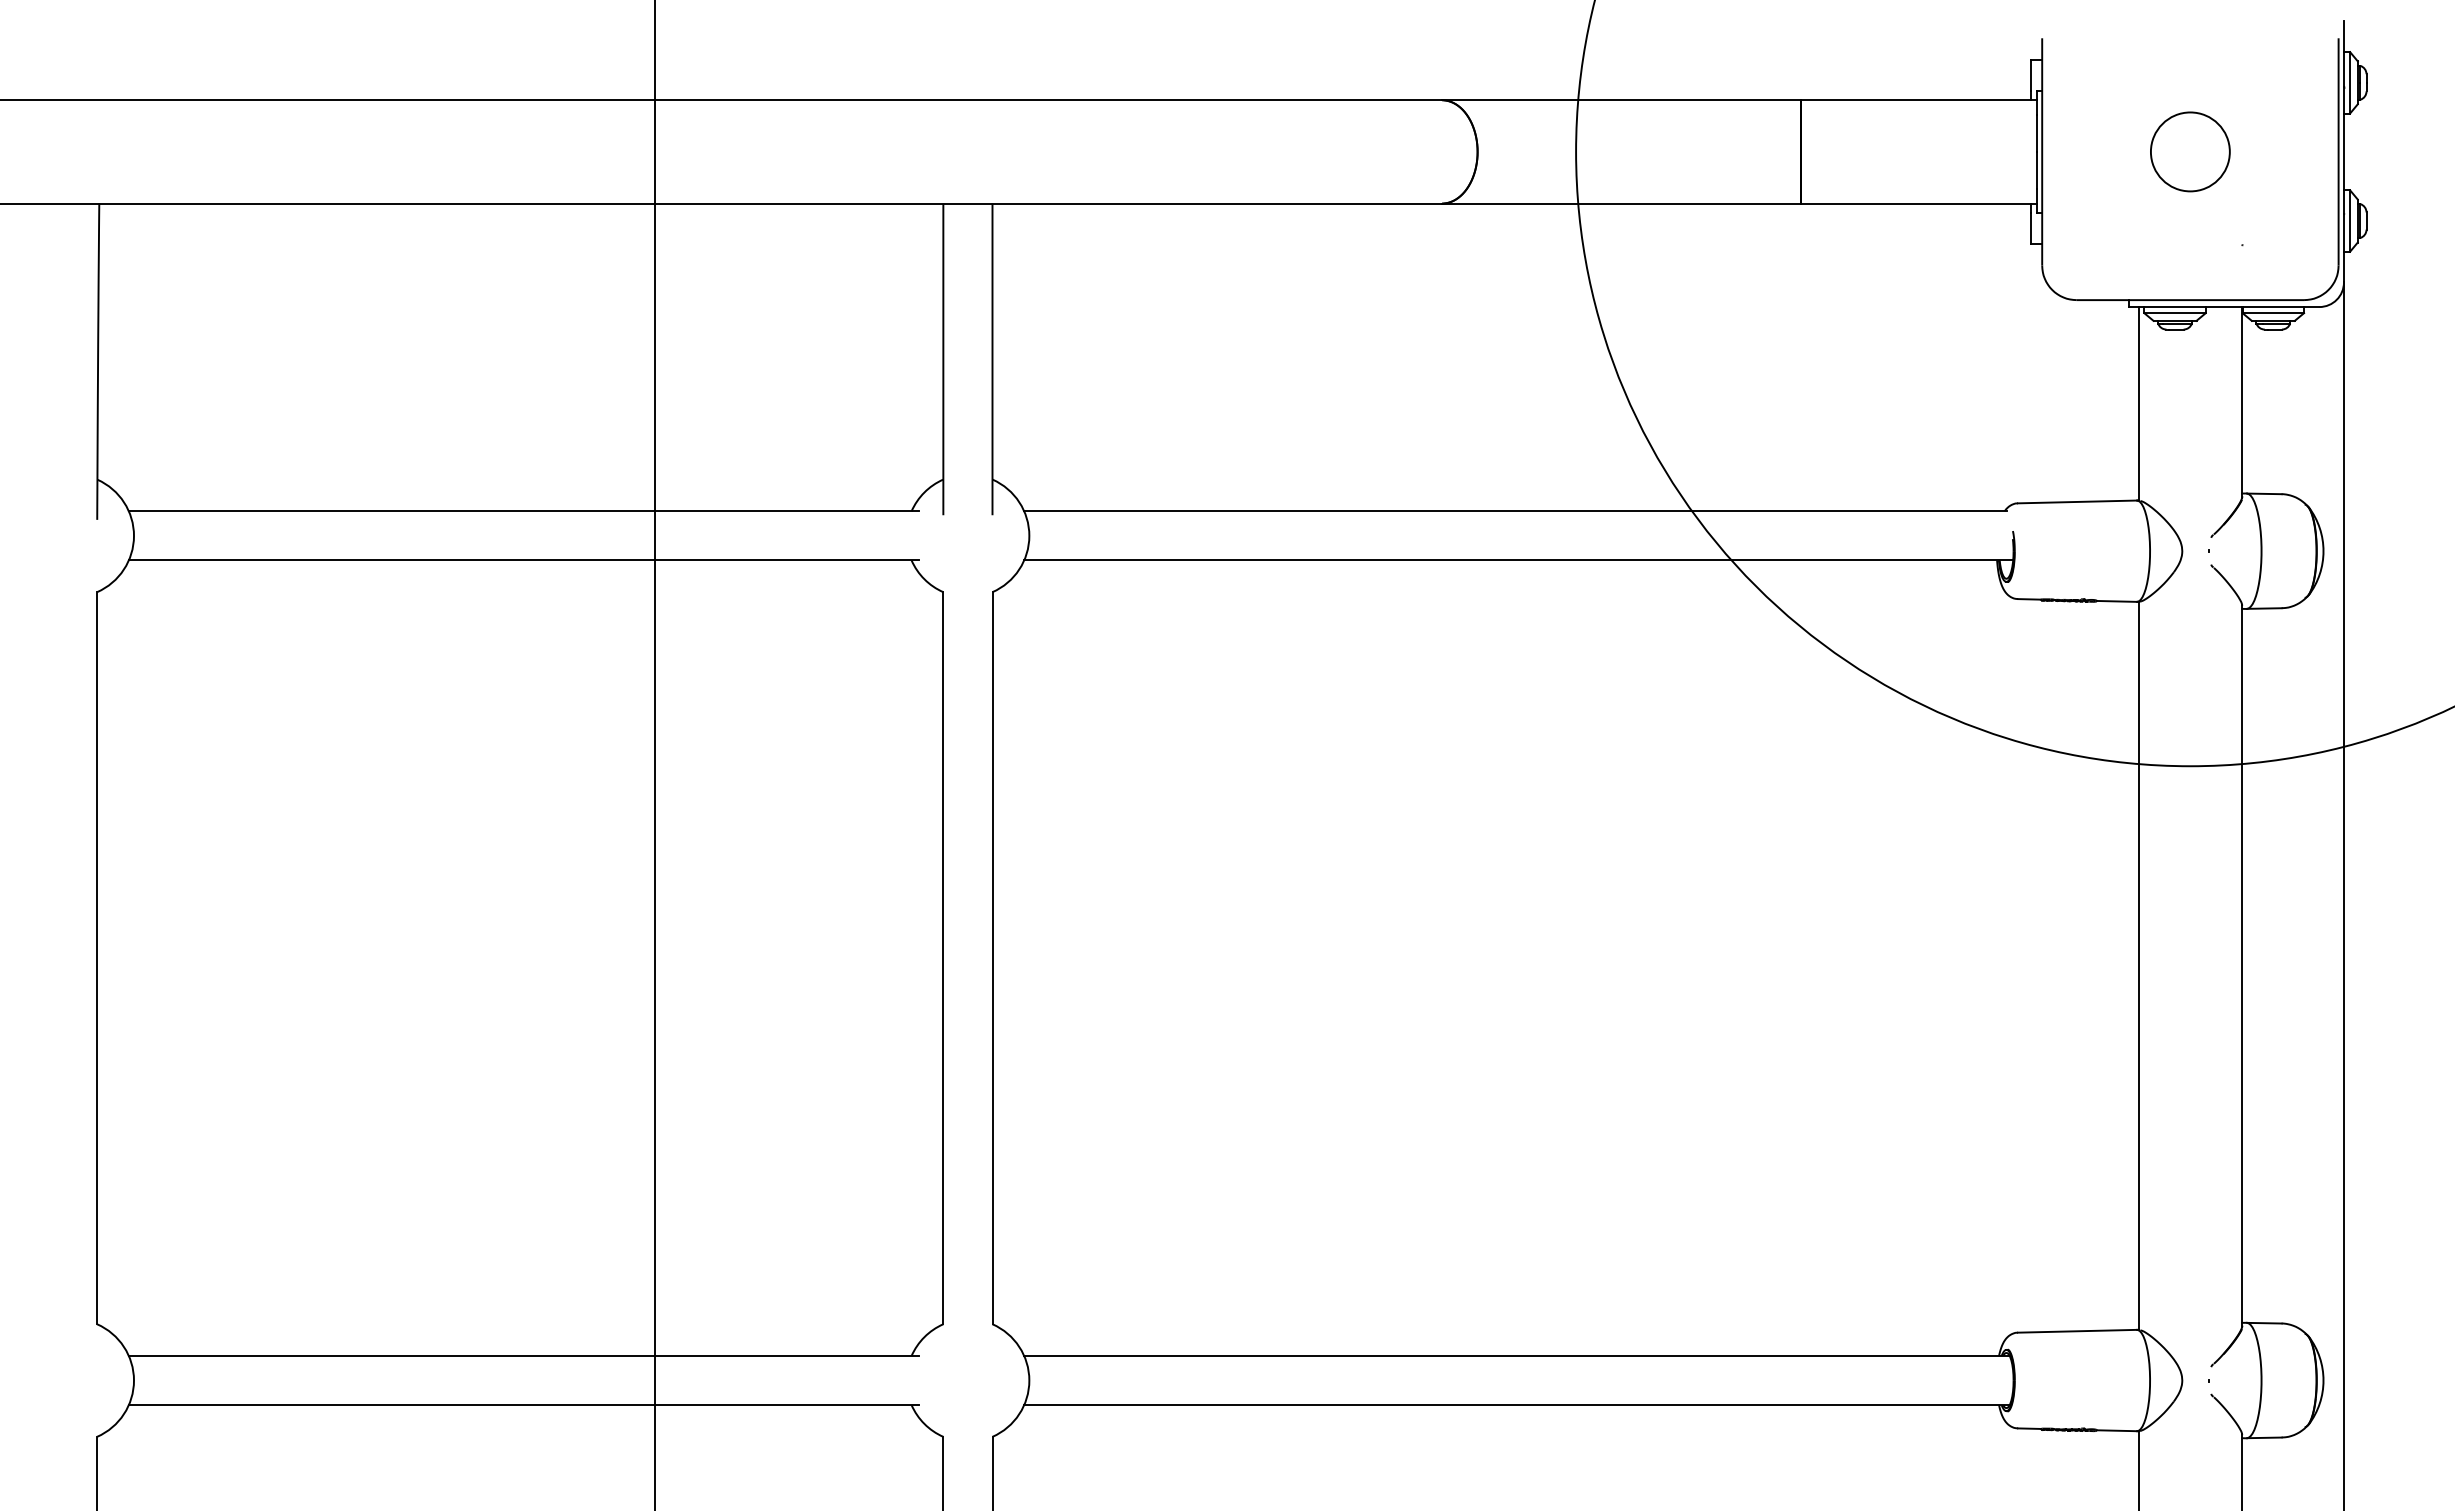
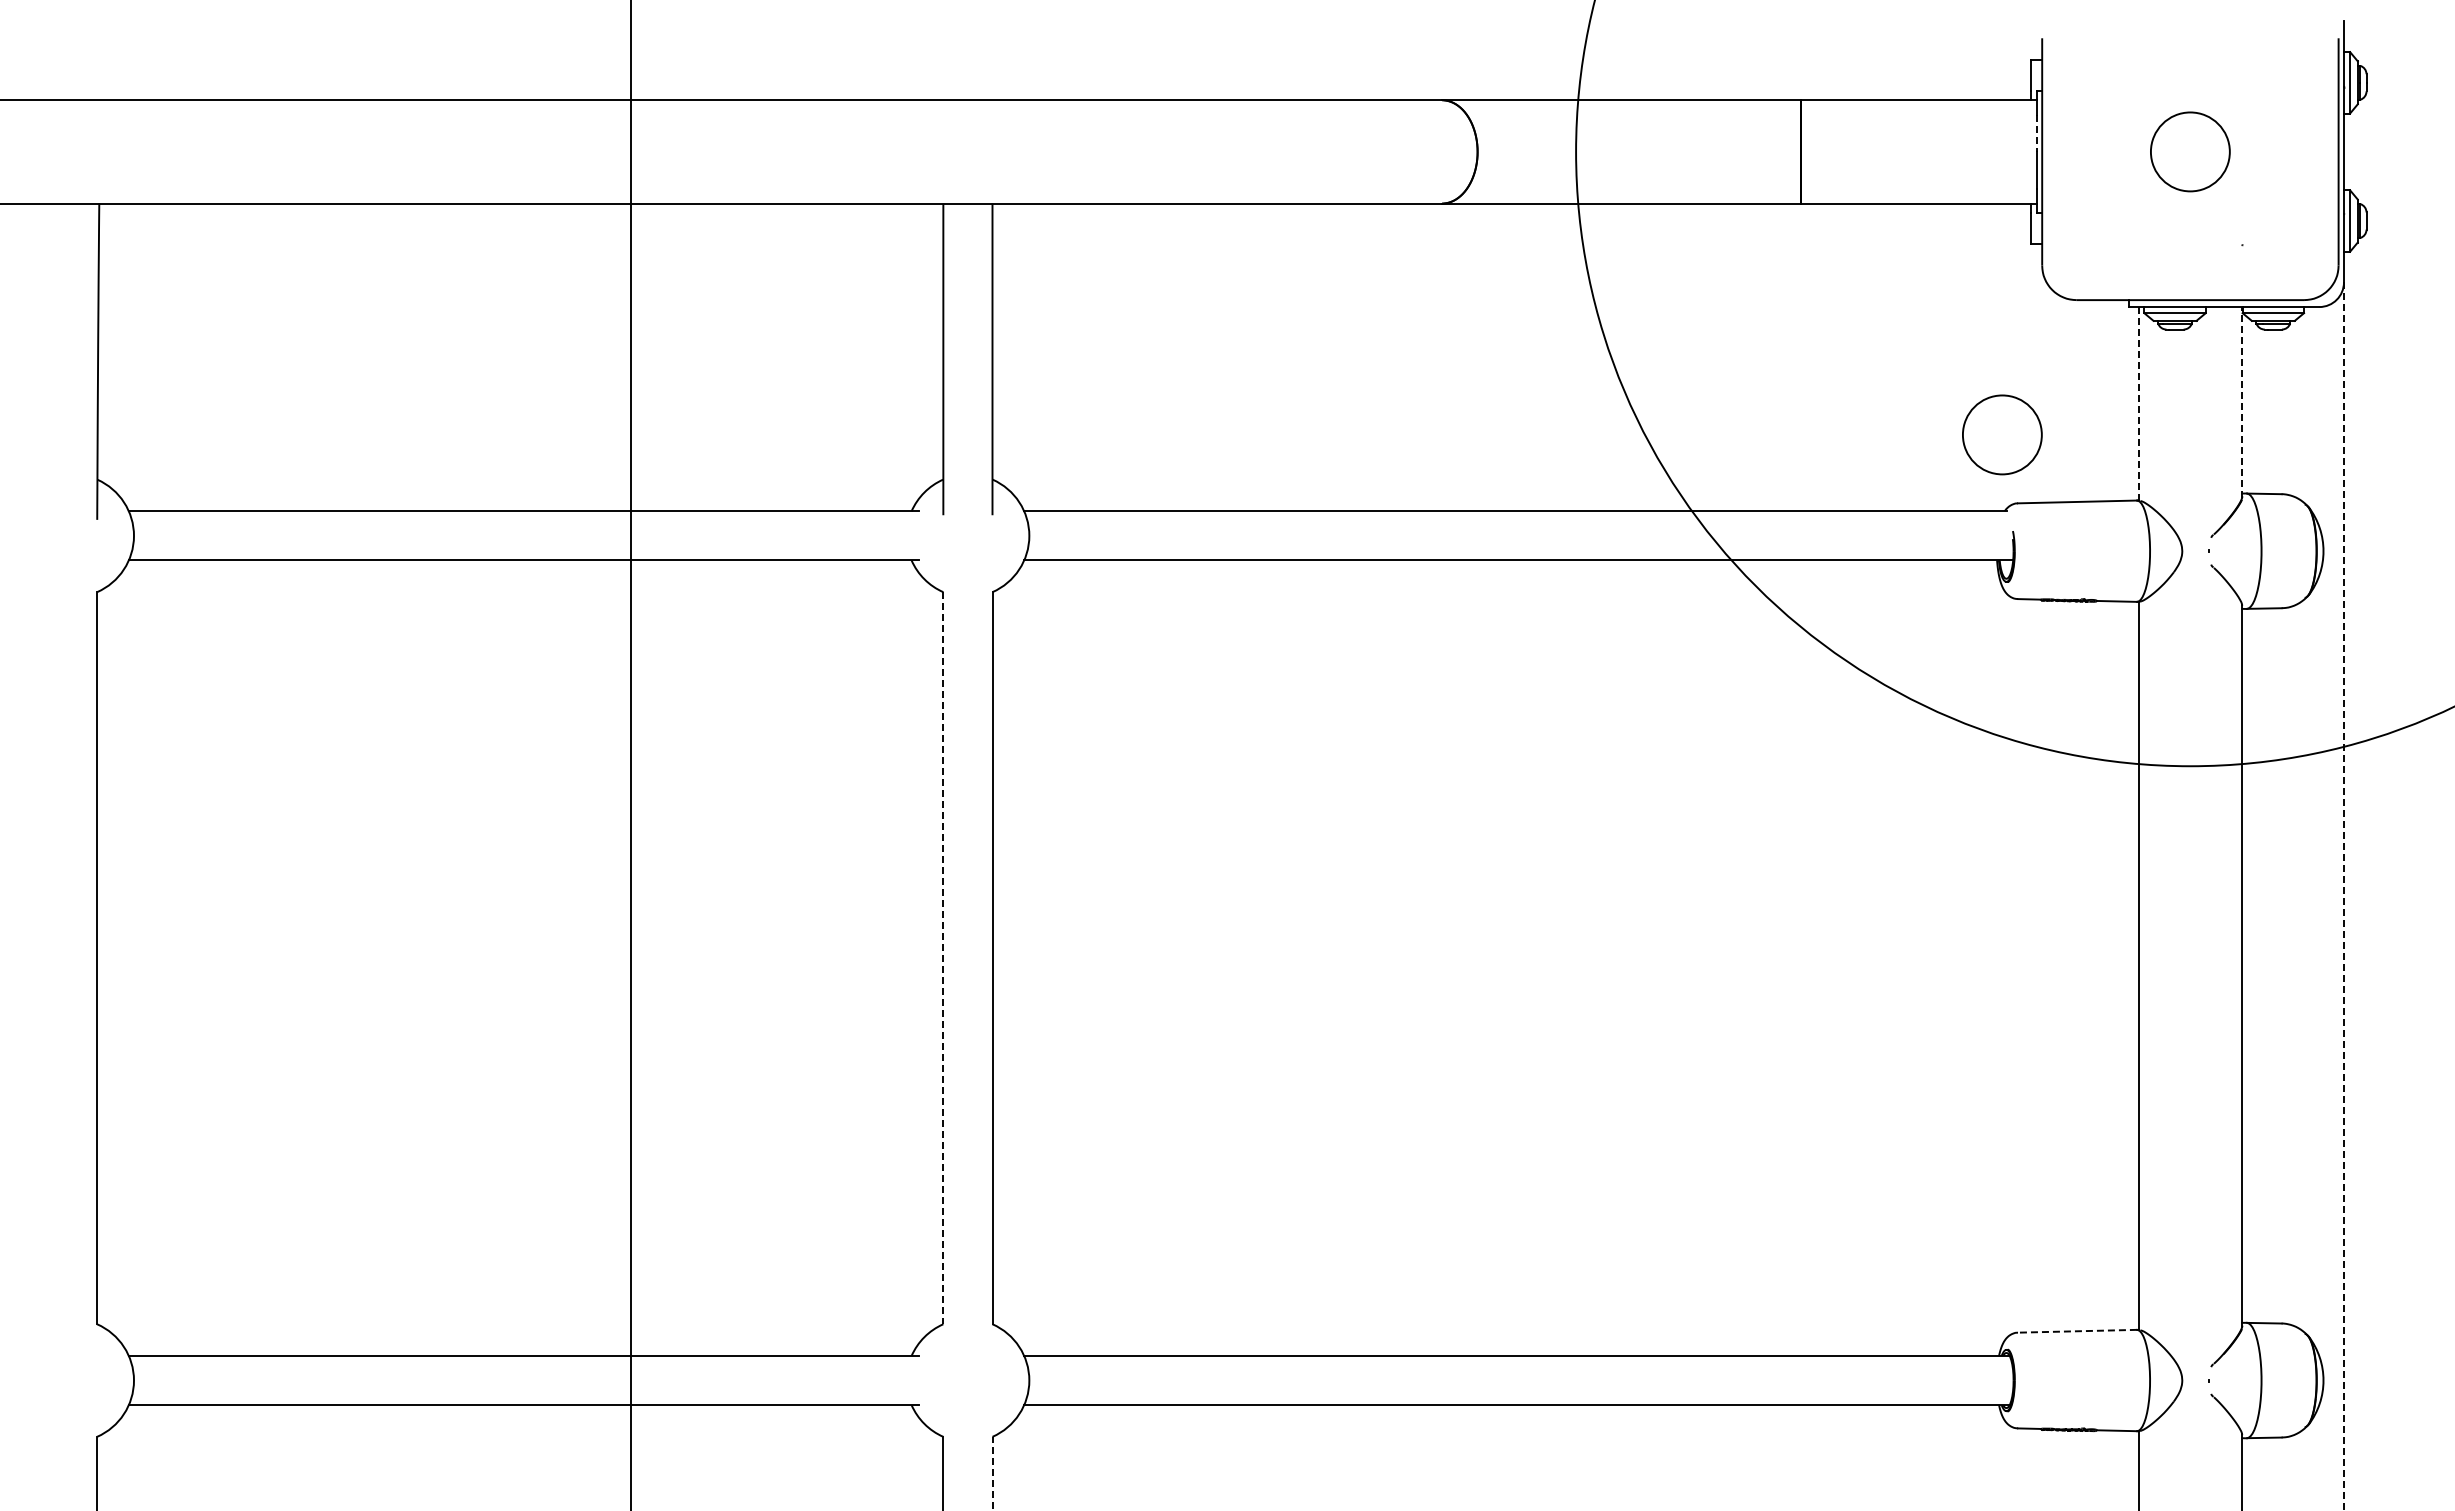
line at (2036, 133): solid -> dashed
line at (2242, 401): solid -> dashed
line at (2138, 403): solid -> dashed
circle at (2002, 434): none -> present
line at (654, 754) position: (654, 754) -> (630, 754)
line at (2343, 896): solid -> dashed
line at (943, 958): solid -> dashed
line at (2076, 1331): solid -> dashed
line at (992, 1473): solid -> dashed
